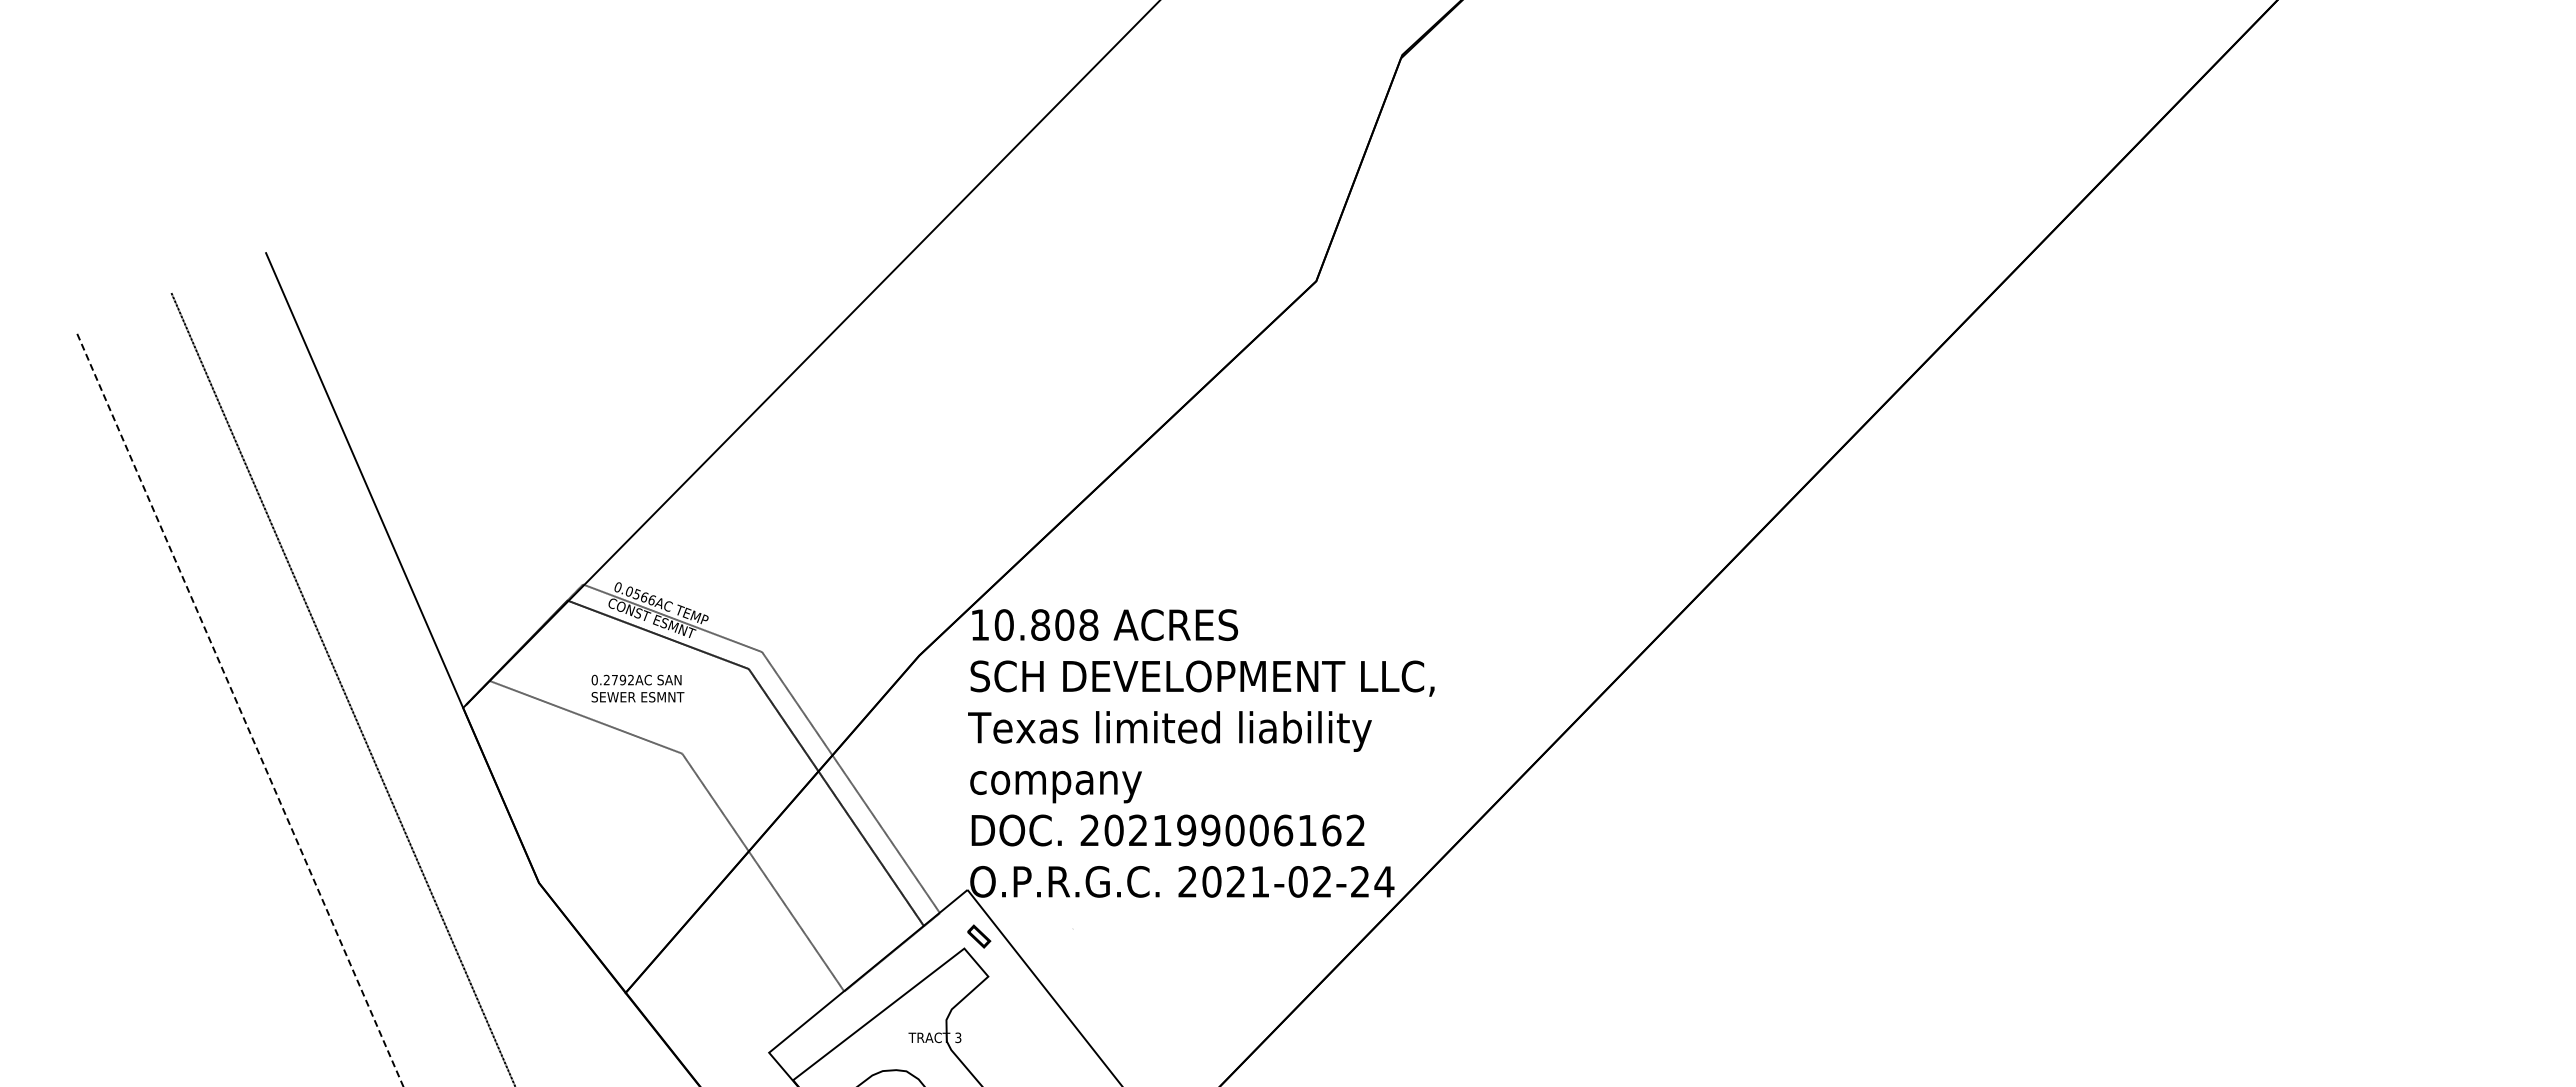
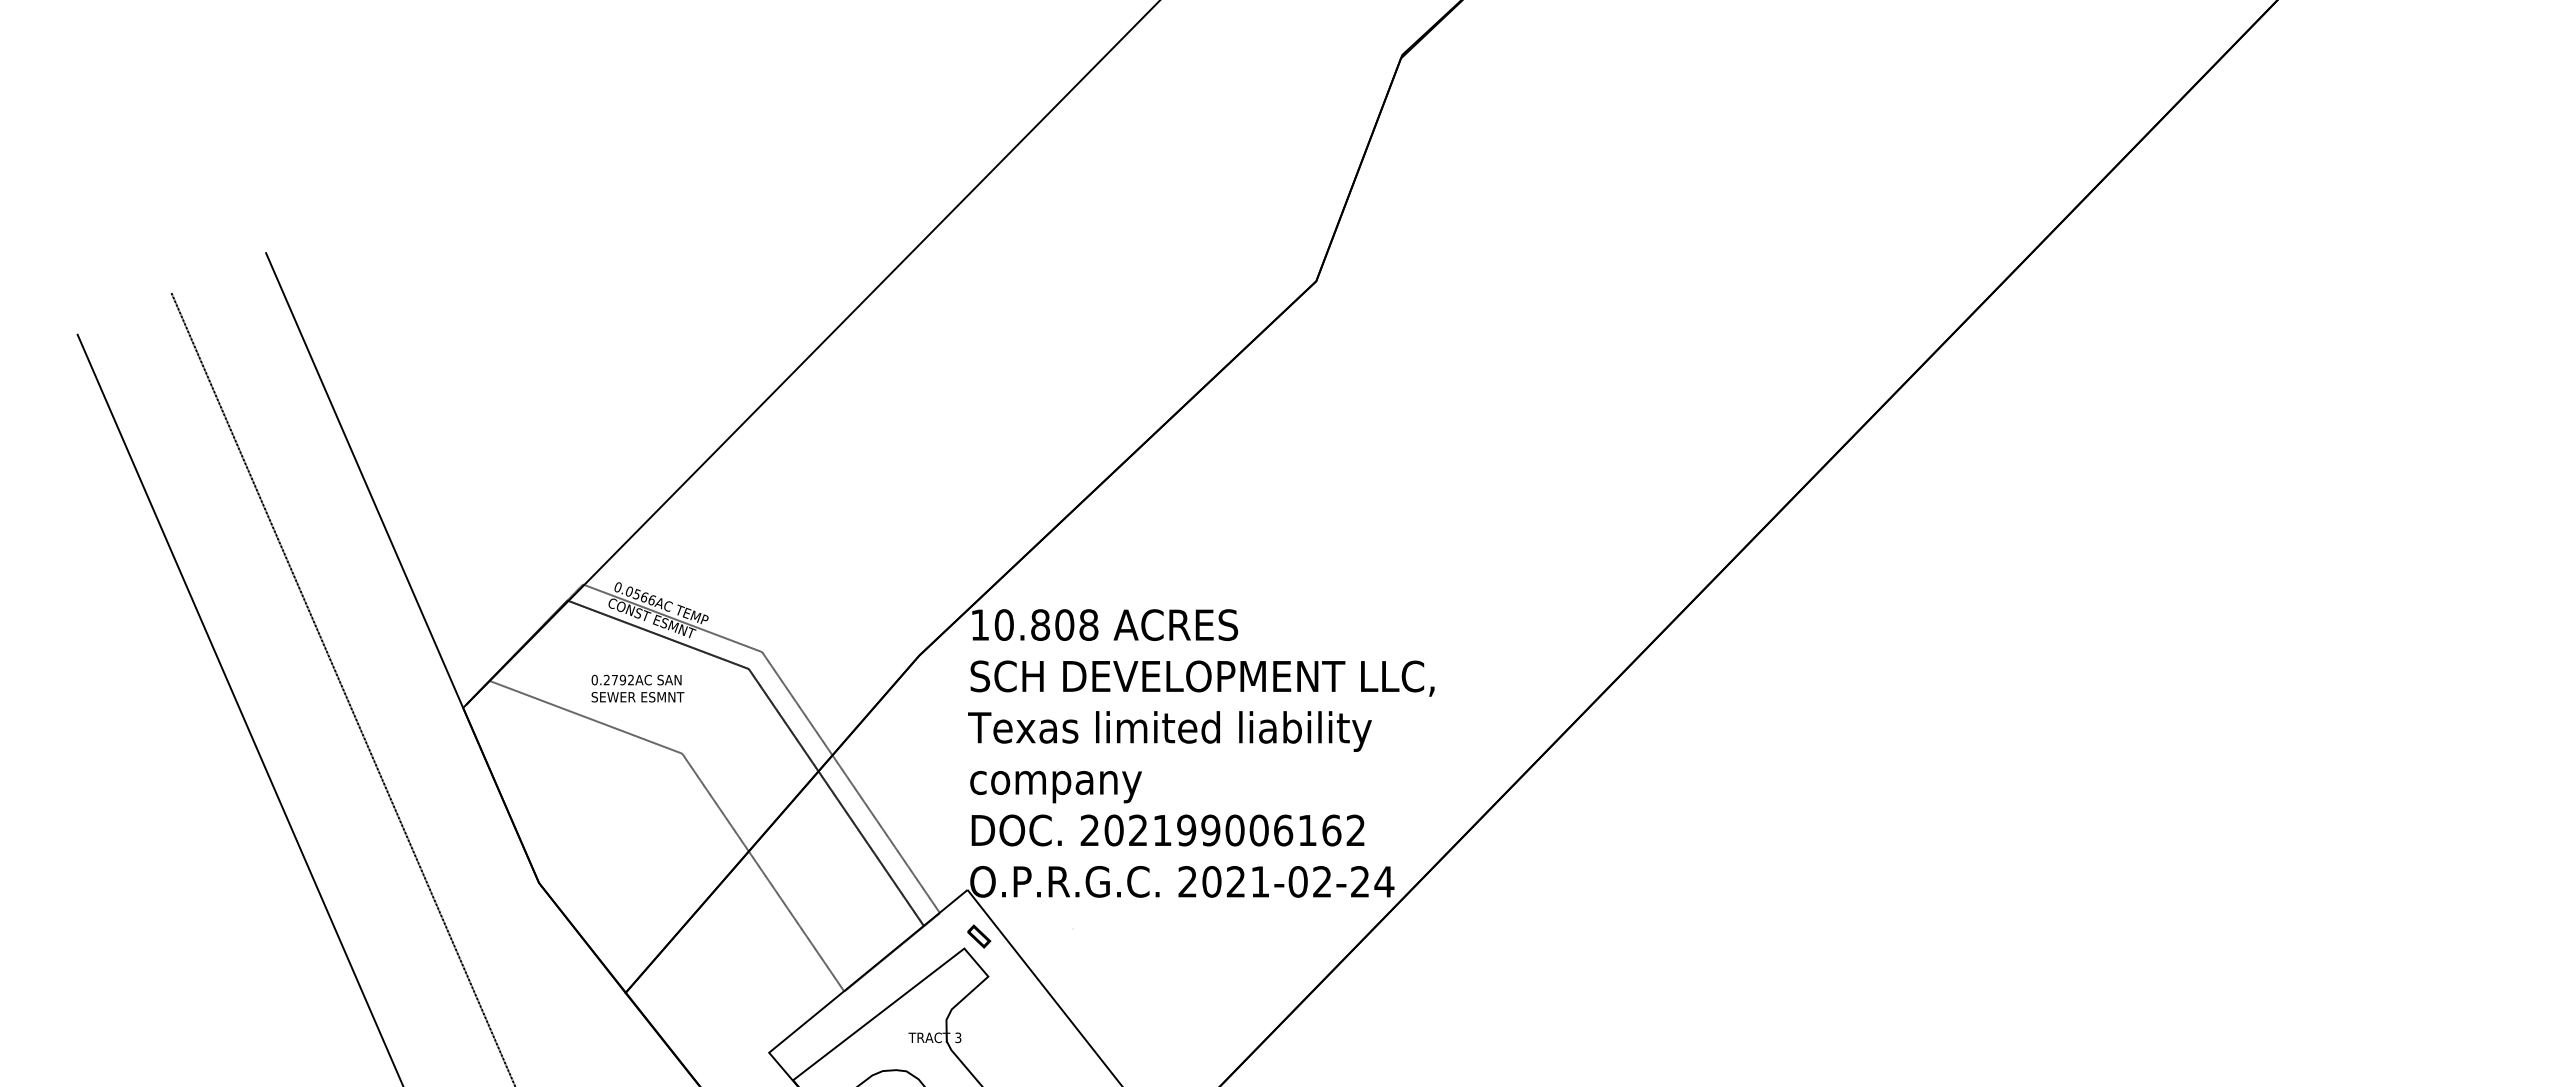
line at (240, 710): dashed -> solid
